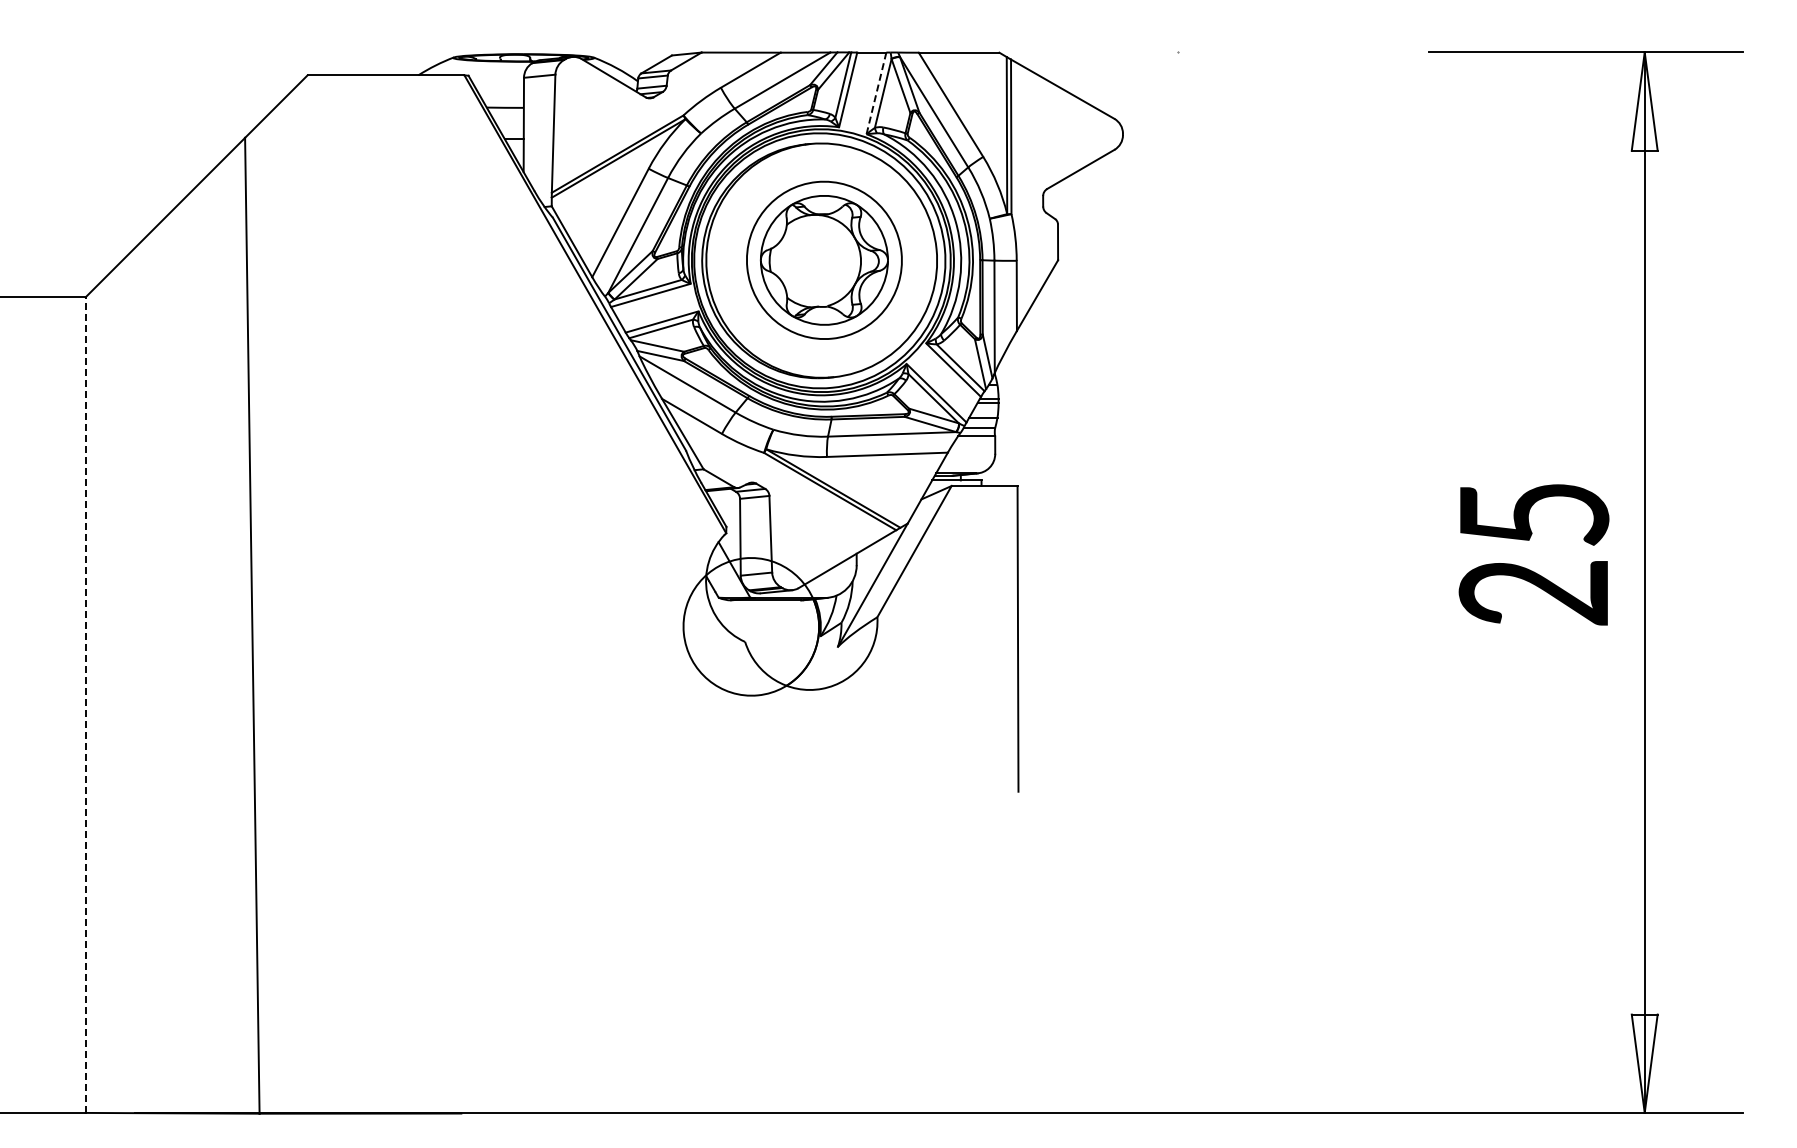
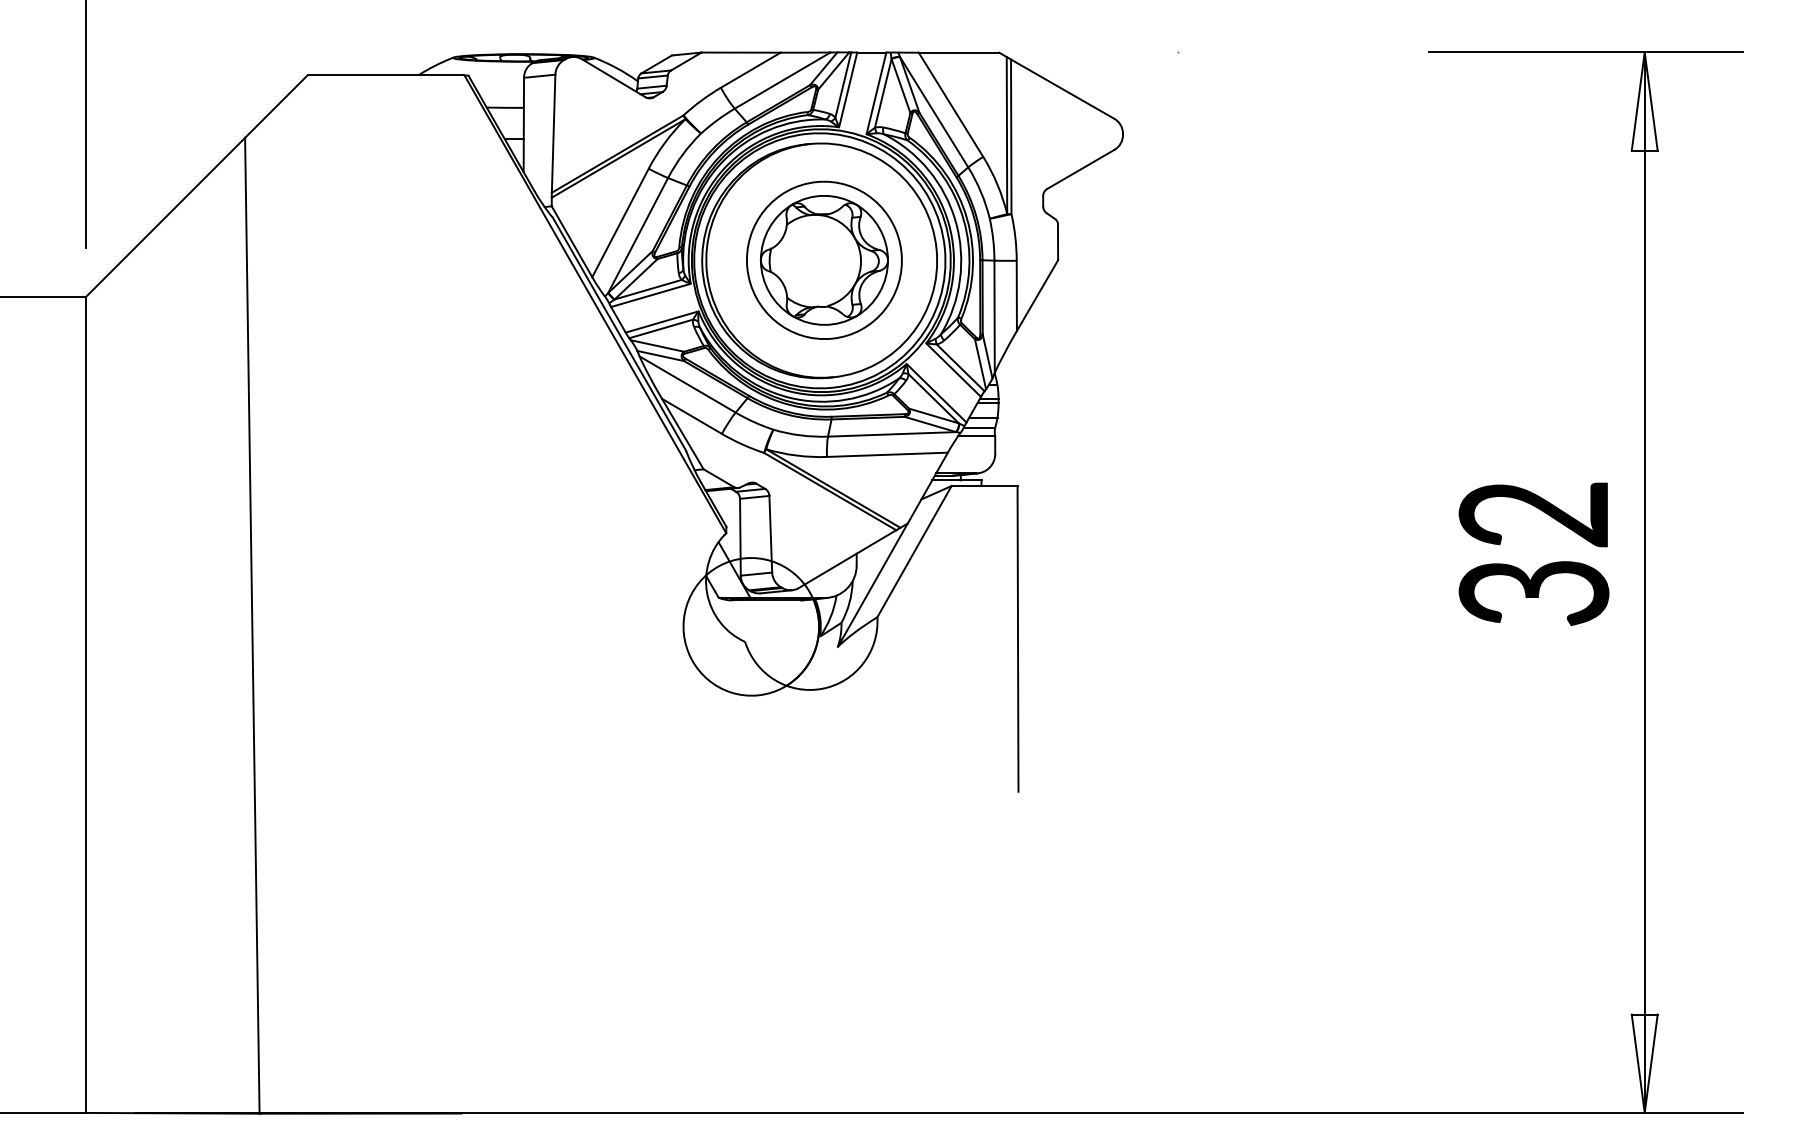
line at (876, 93): dashed -> solid
line at (85, 125): none -> present
text at (1533, 553): 25 -> 32
line at (85, 705): dashed -> solid
